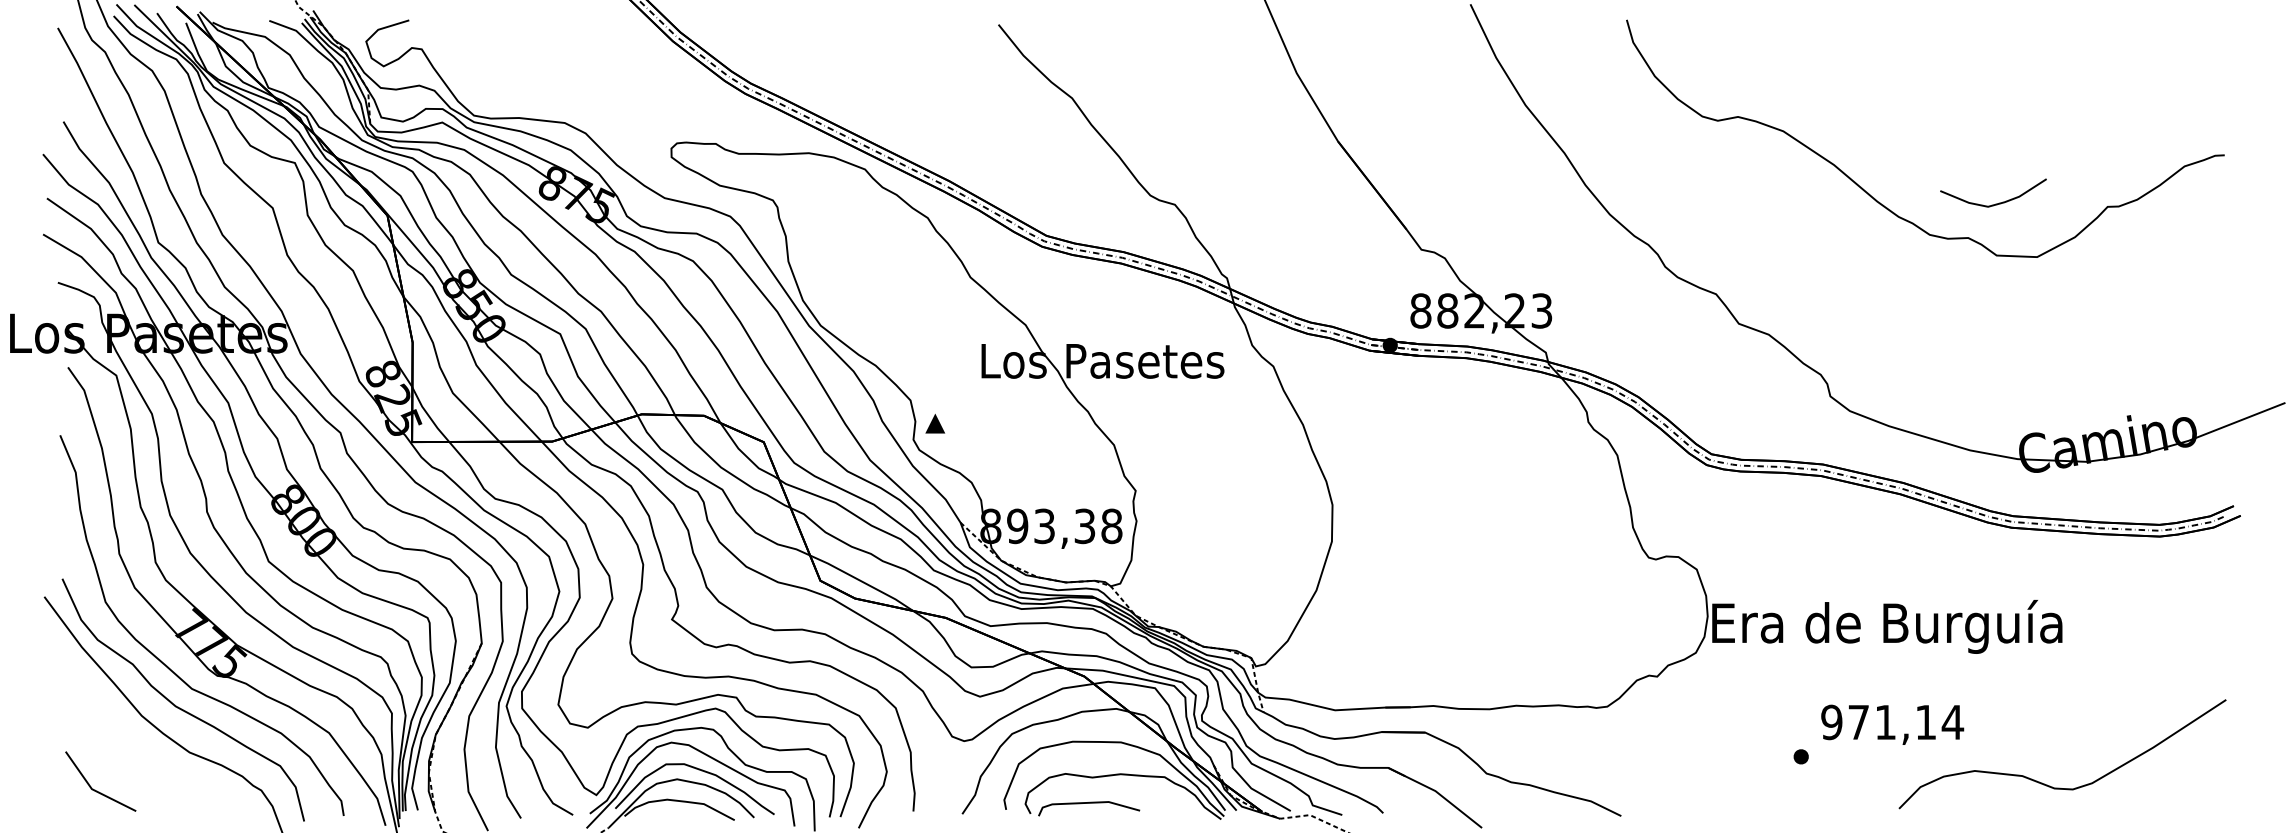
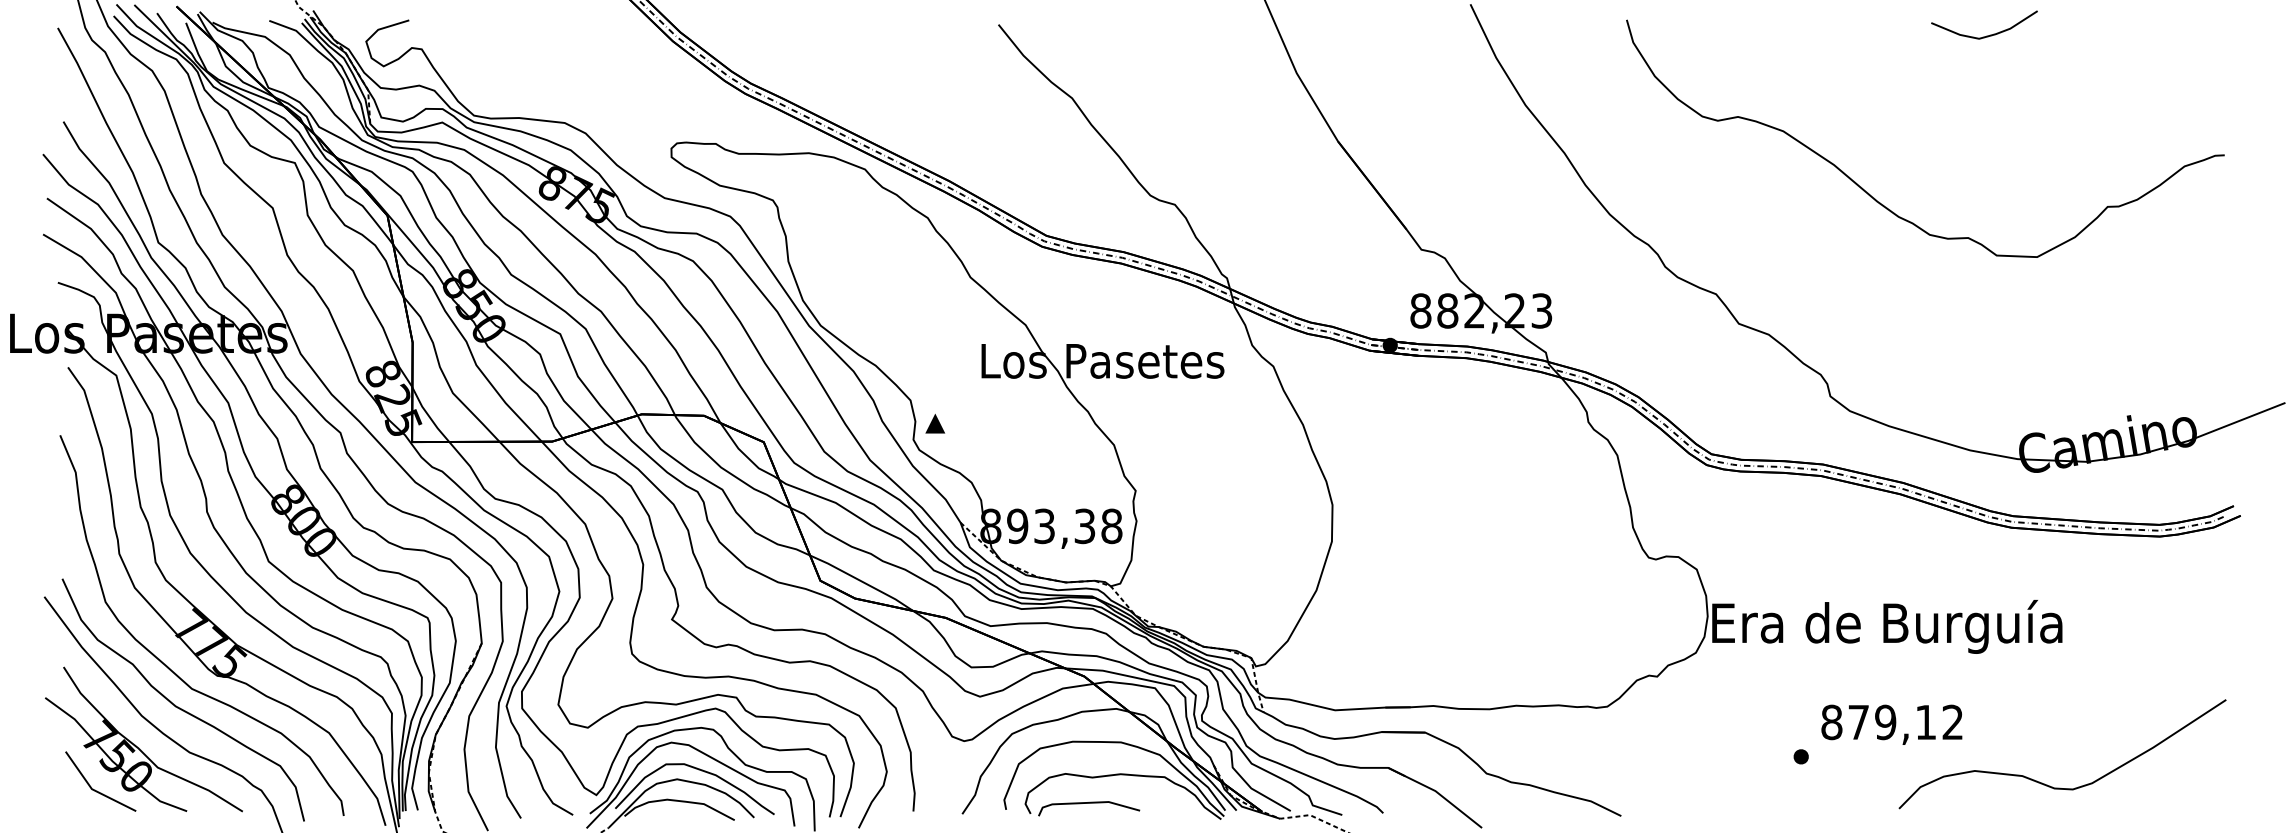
curve at (1995, 203) position: (1995, 203) -> (1986, 35)
text at (1892, 722): 971,14 -> 879,12
part at (136, 745): none -> present
